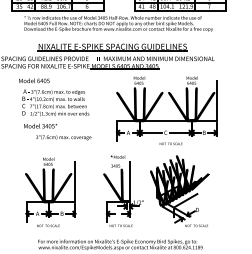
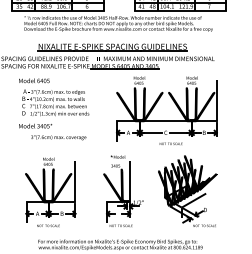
text at (57, 131) position: (57, 131) -> (52, 131)
part at (179, 191) position: (179, 191) -> (187, 191)
